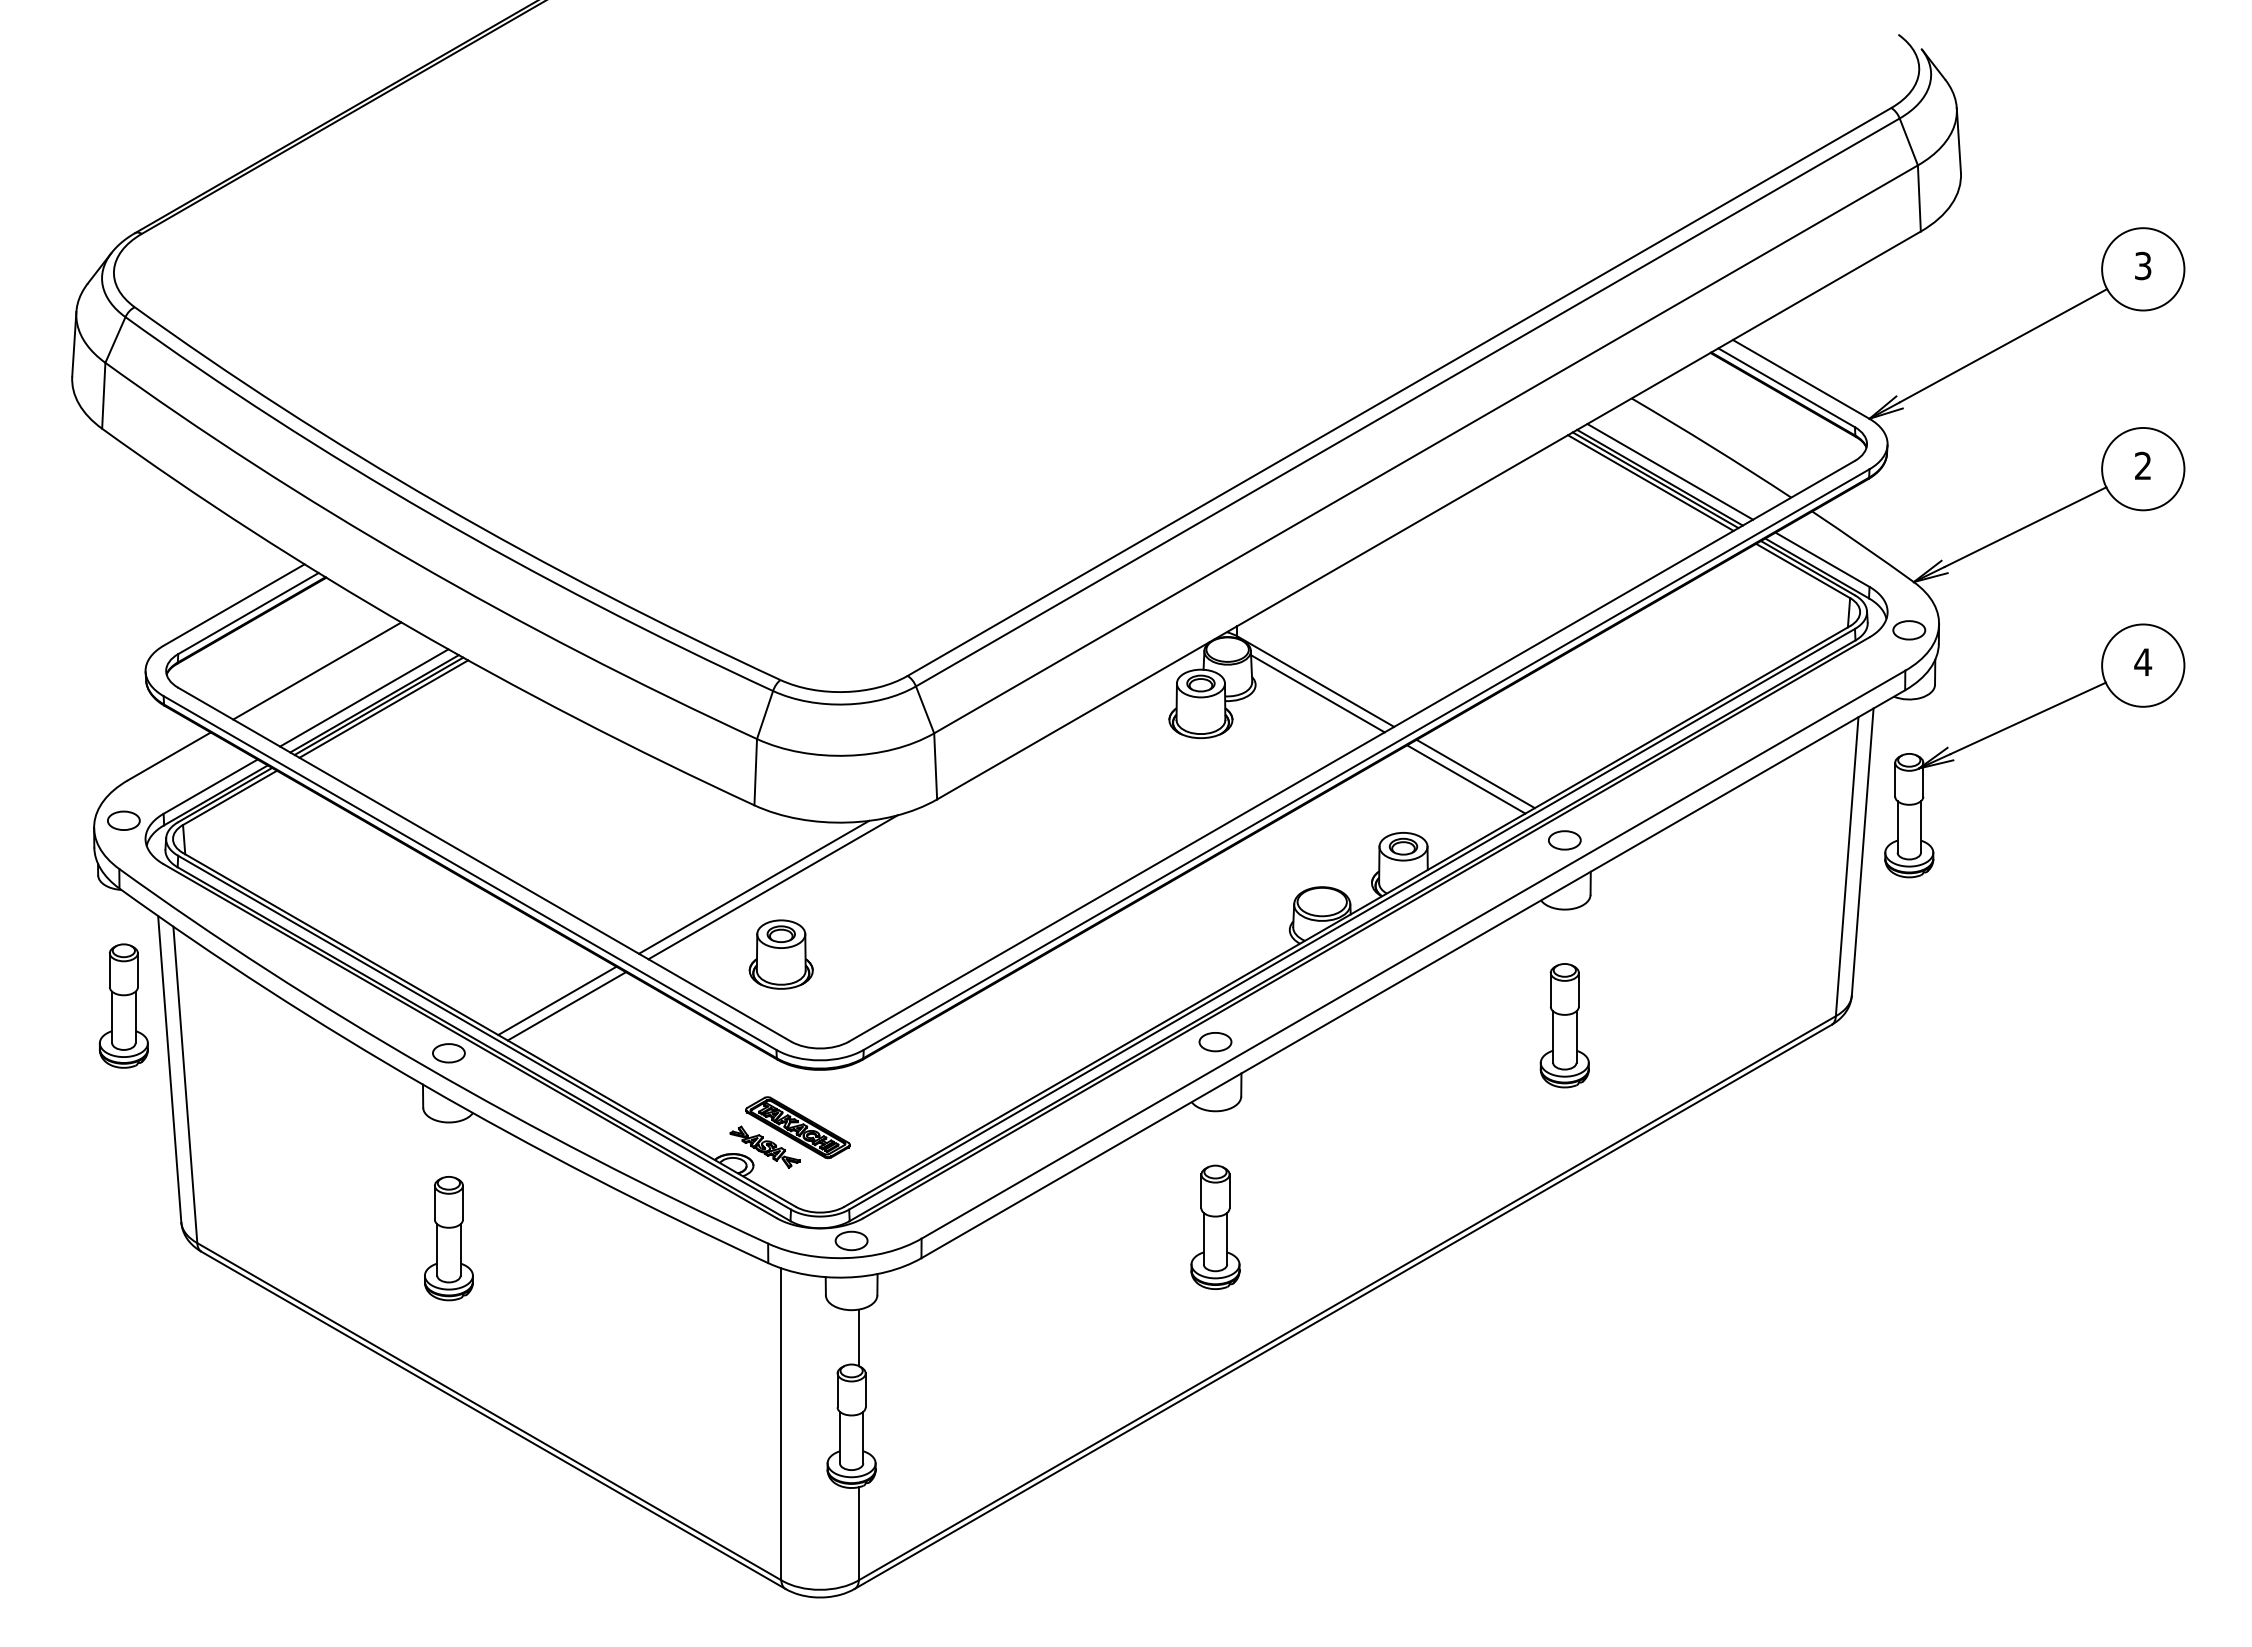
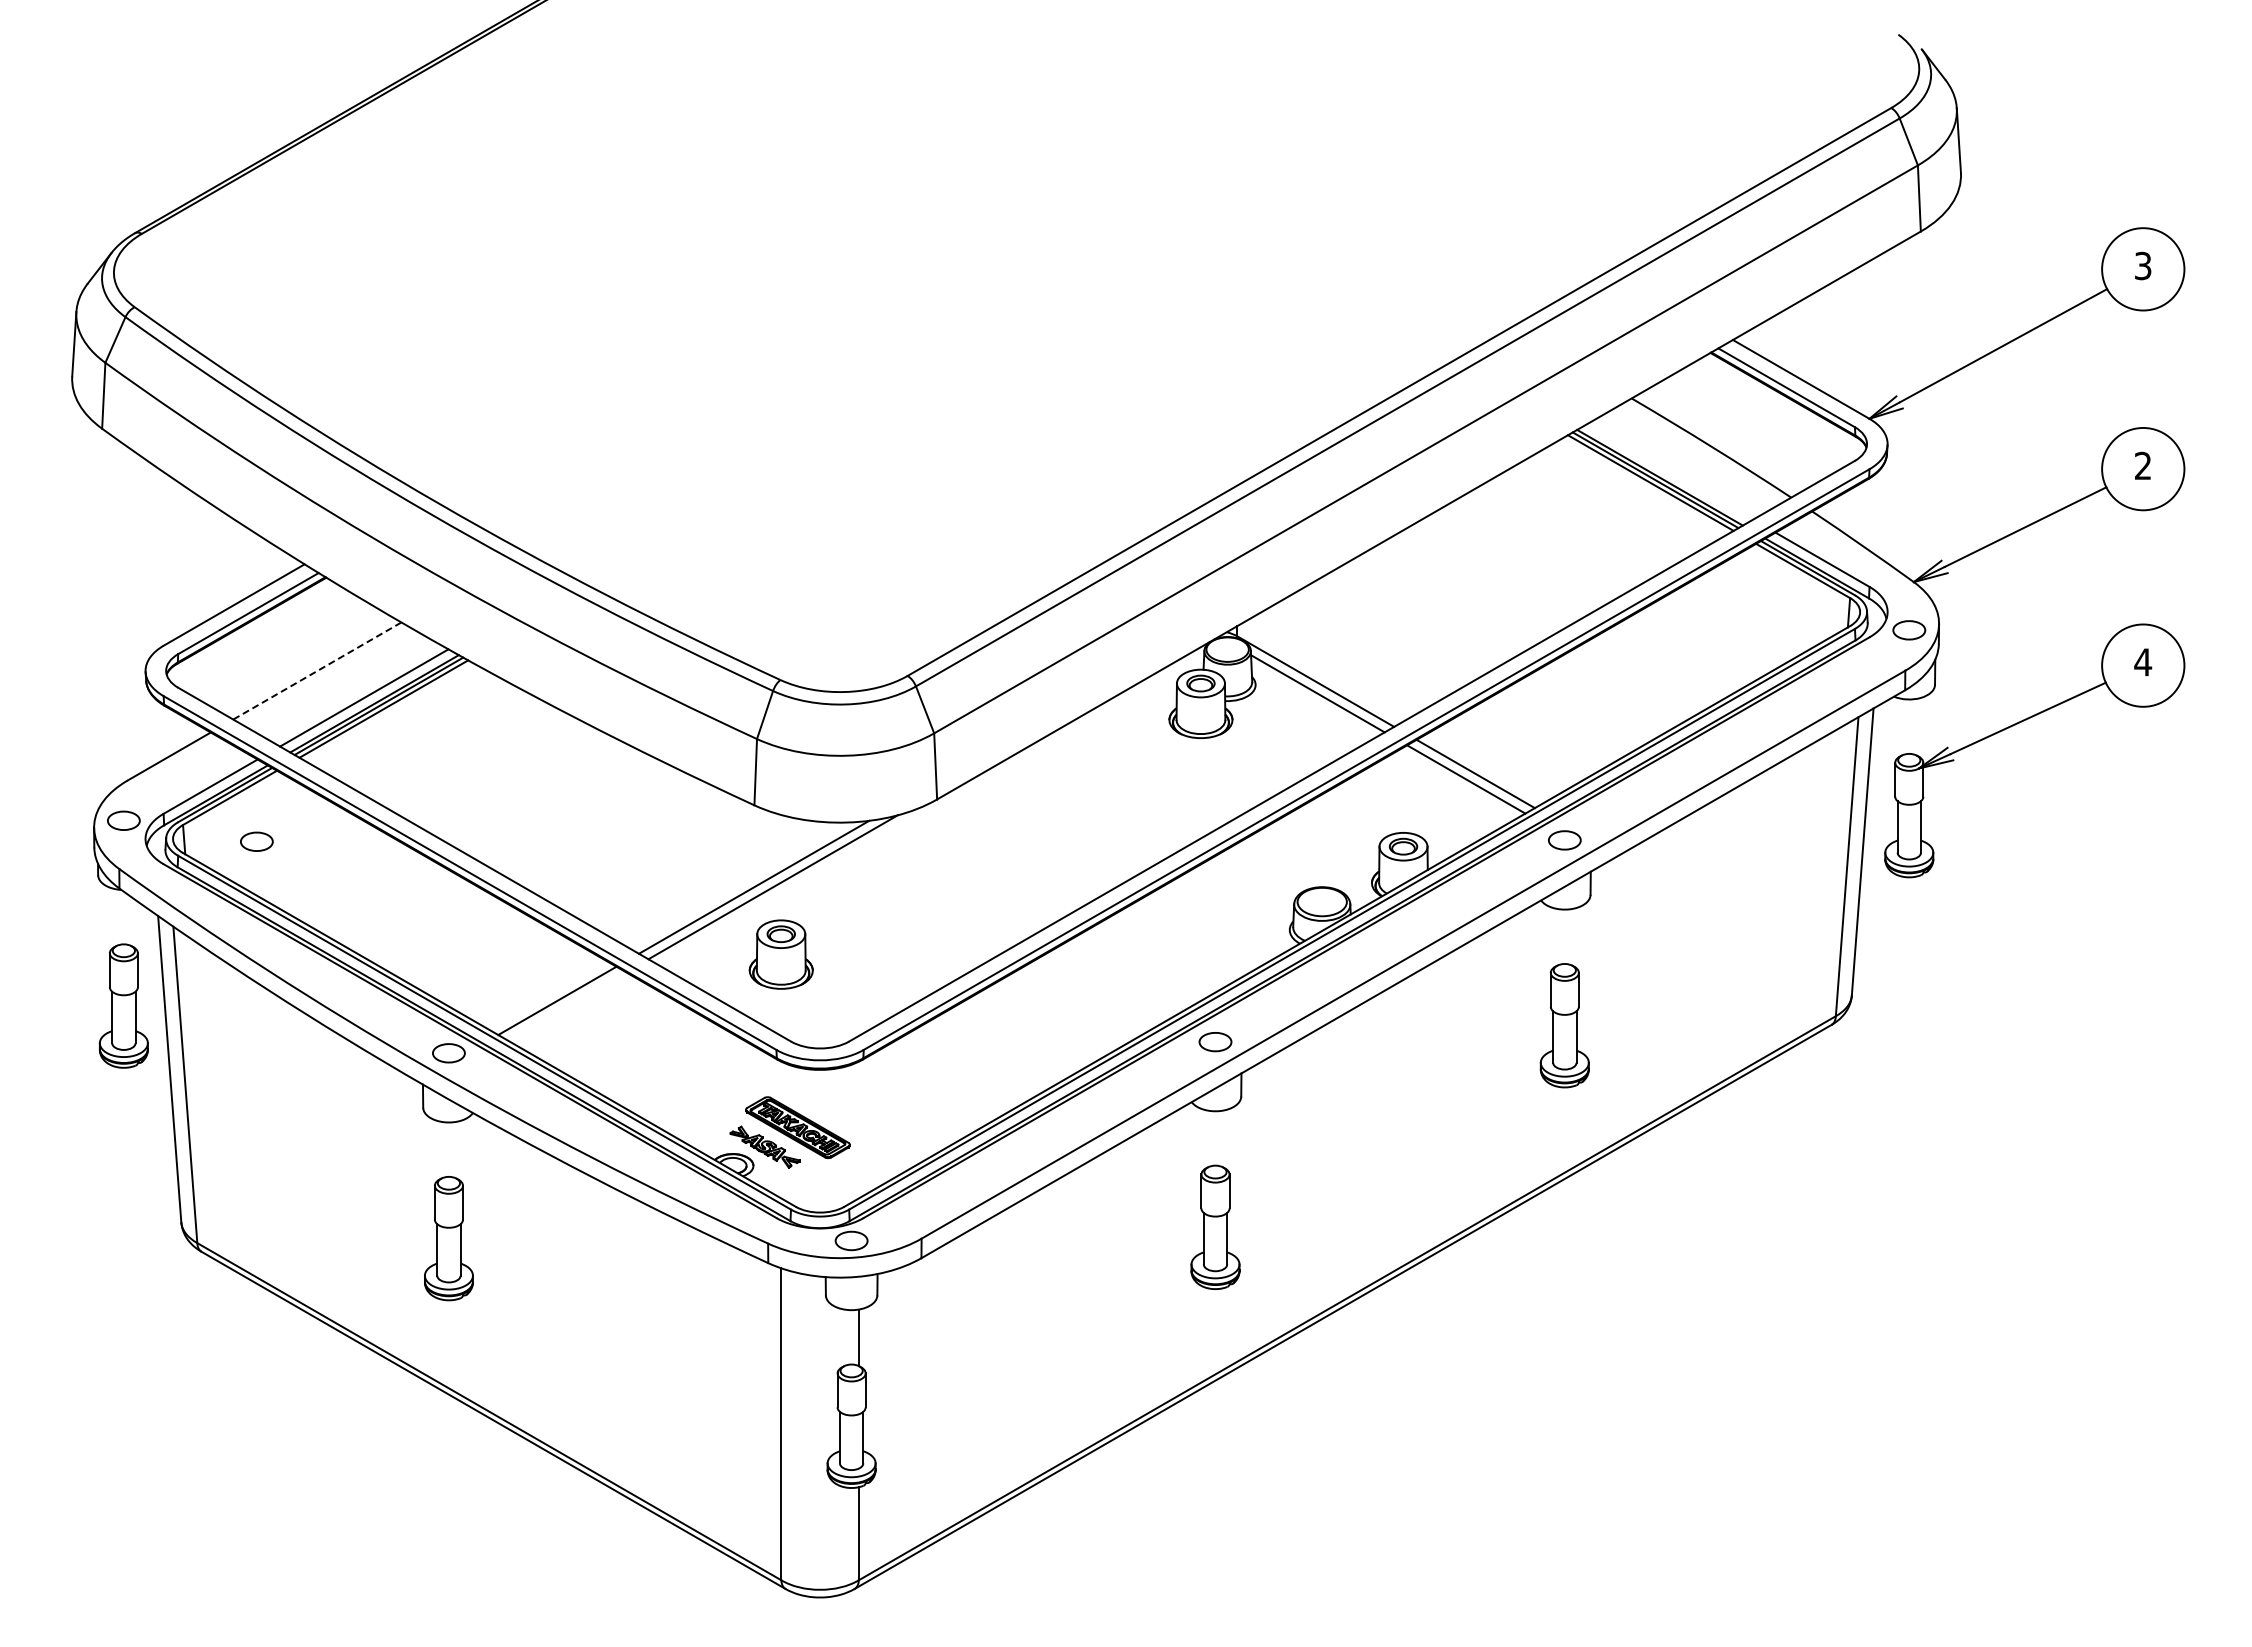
line at (1670, 471): present -> none
line at (316, 671): solid -> dashed
part at (256, 841): none -> present
line at (566, 1006): present -> none
